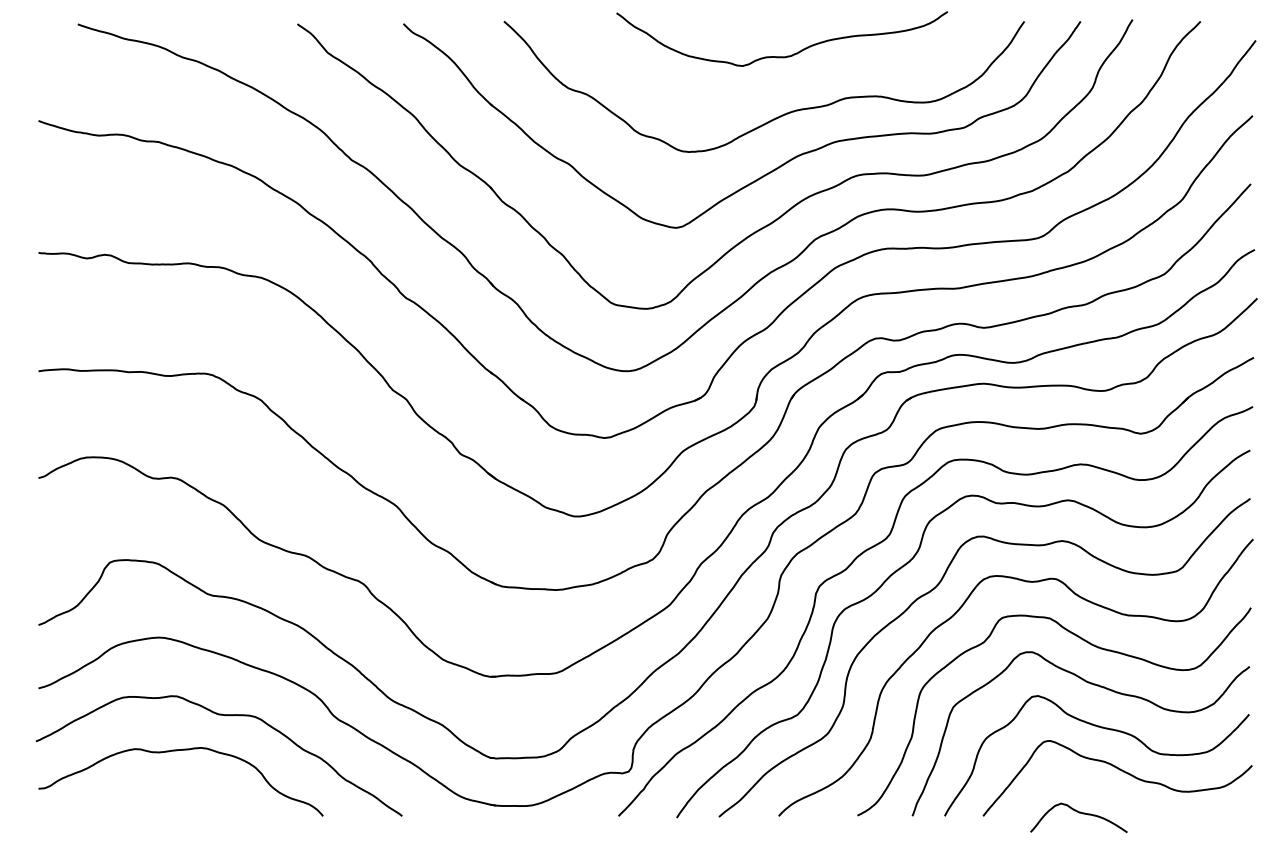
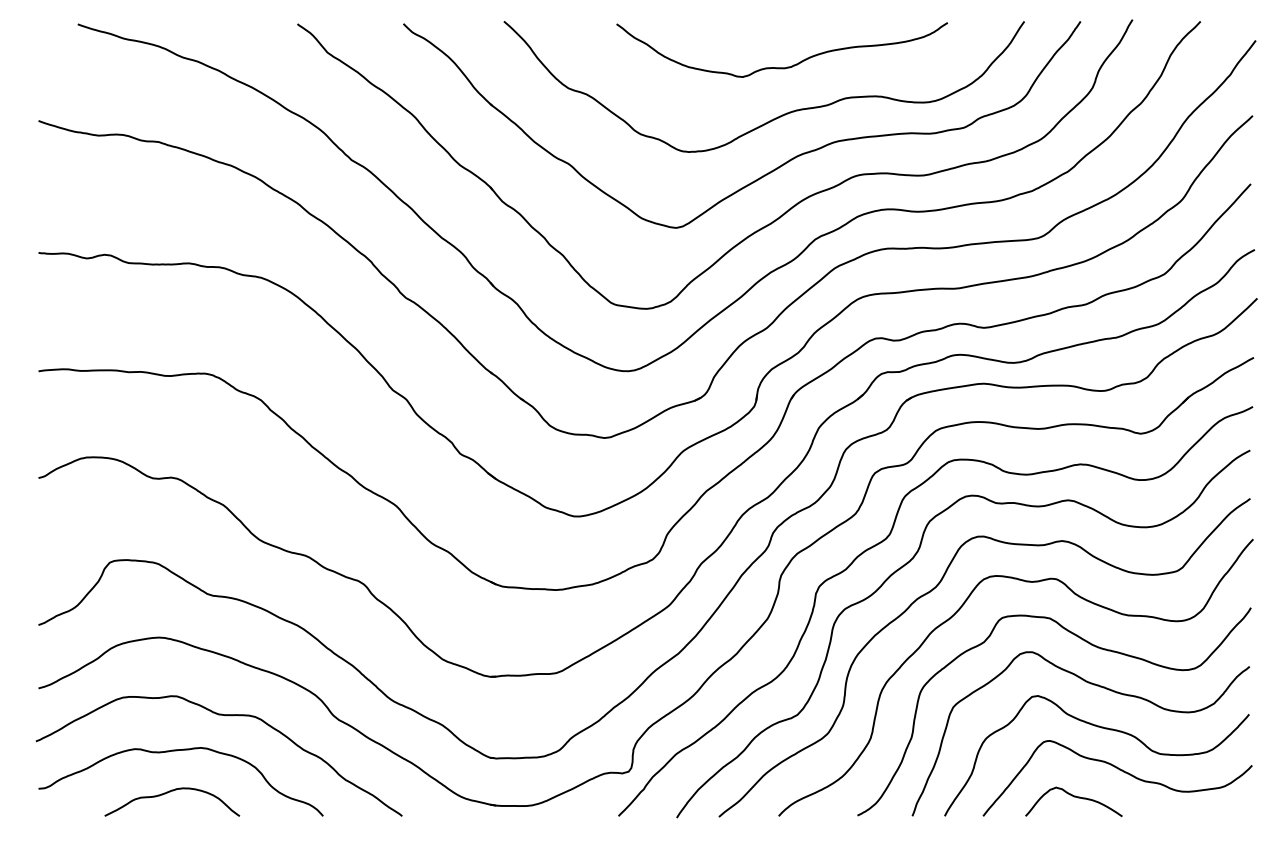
curve at (781, 56) position: (781, 56) -> (781, 67)
curve at (170, 792): none -> present
curve at (1078, 813) position: (1078, 813) -> (1073, 797)
